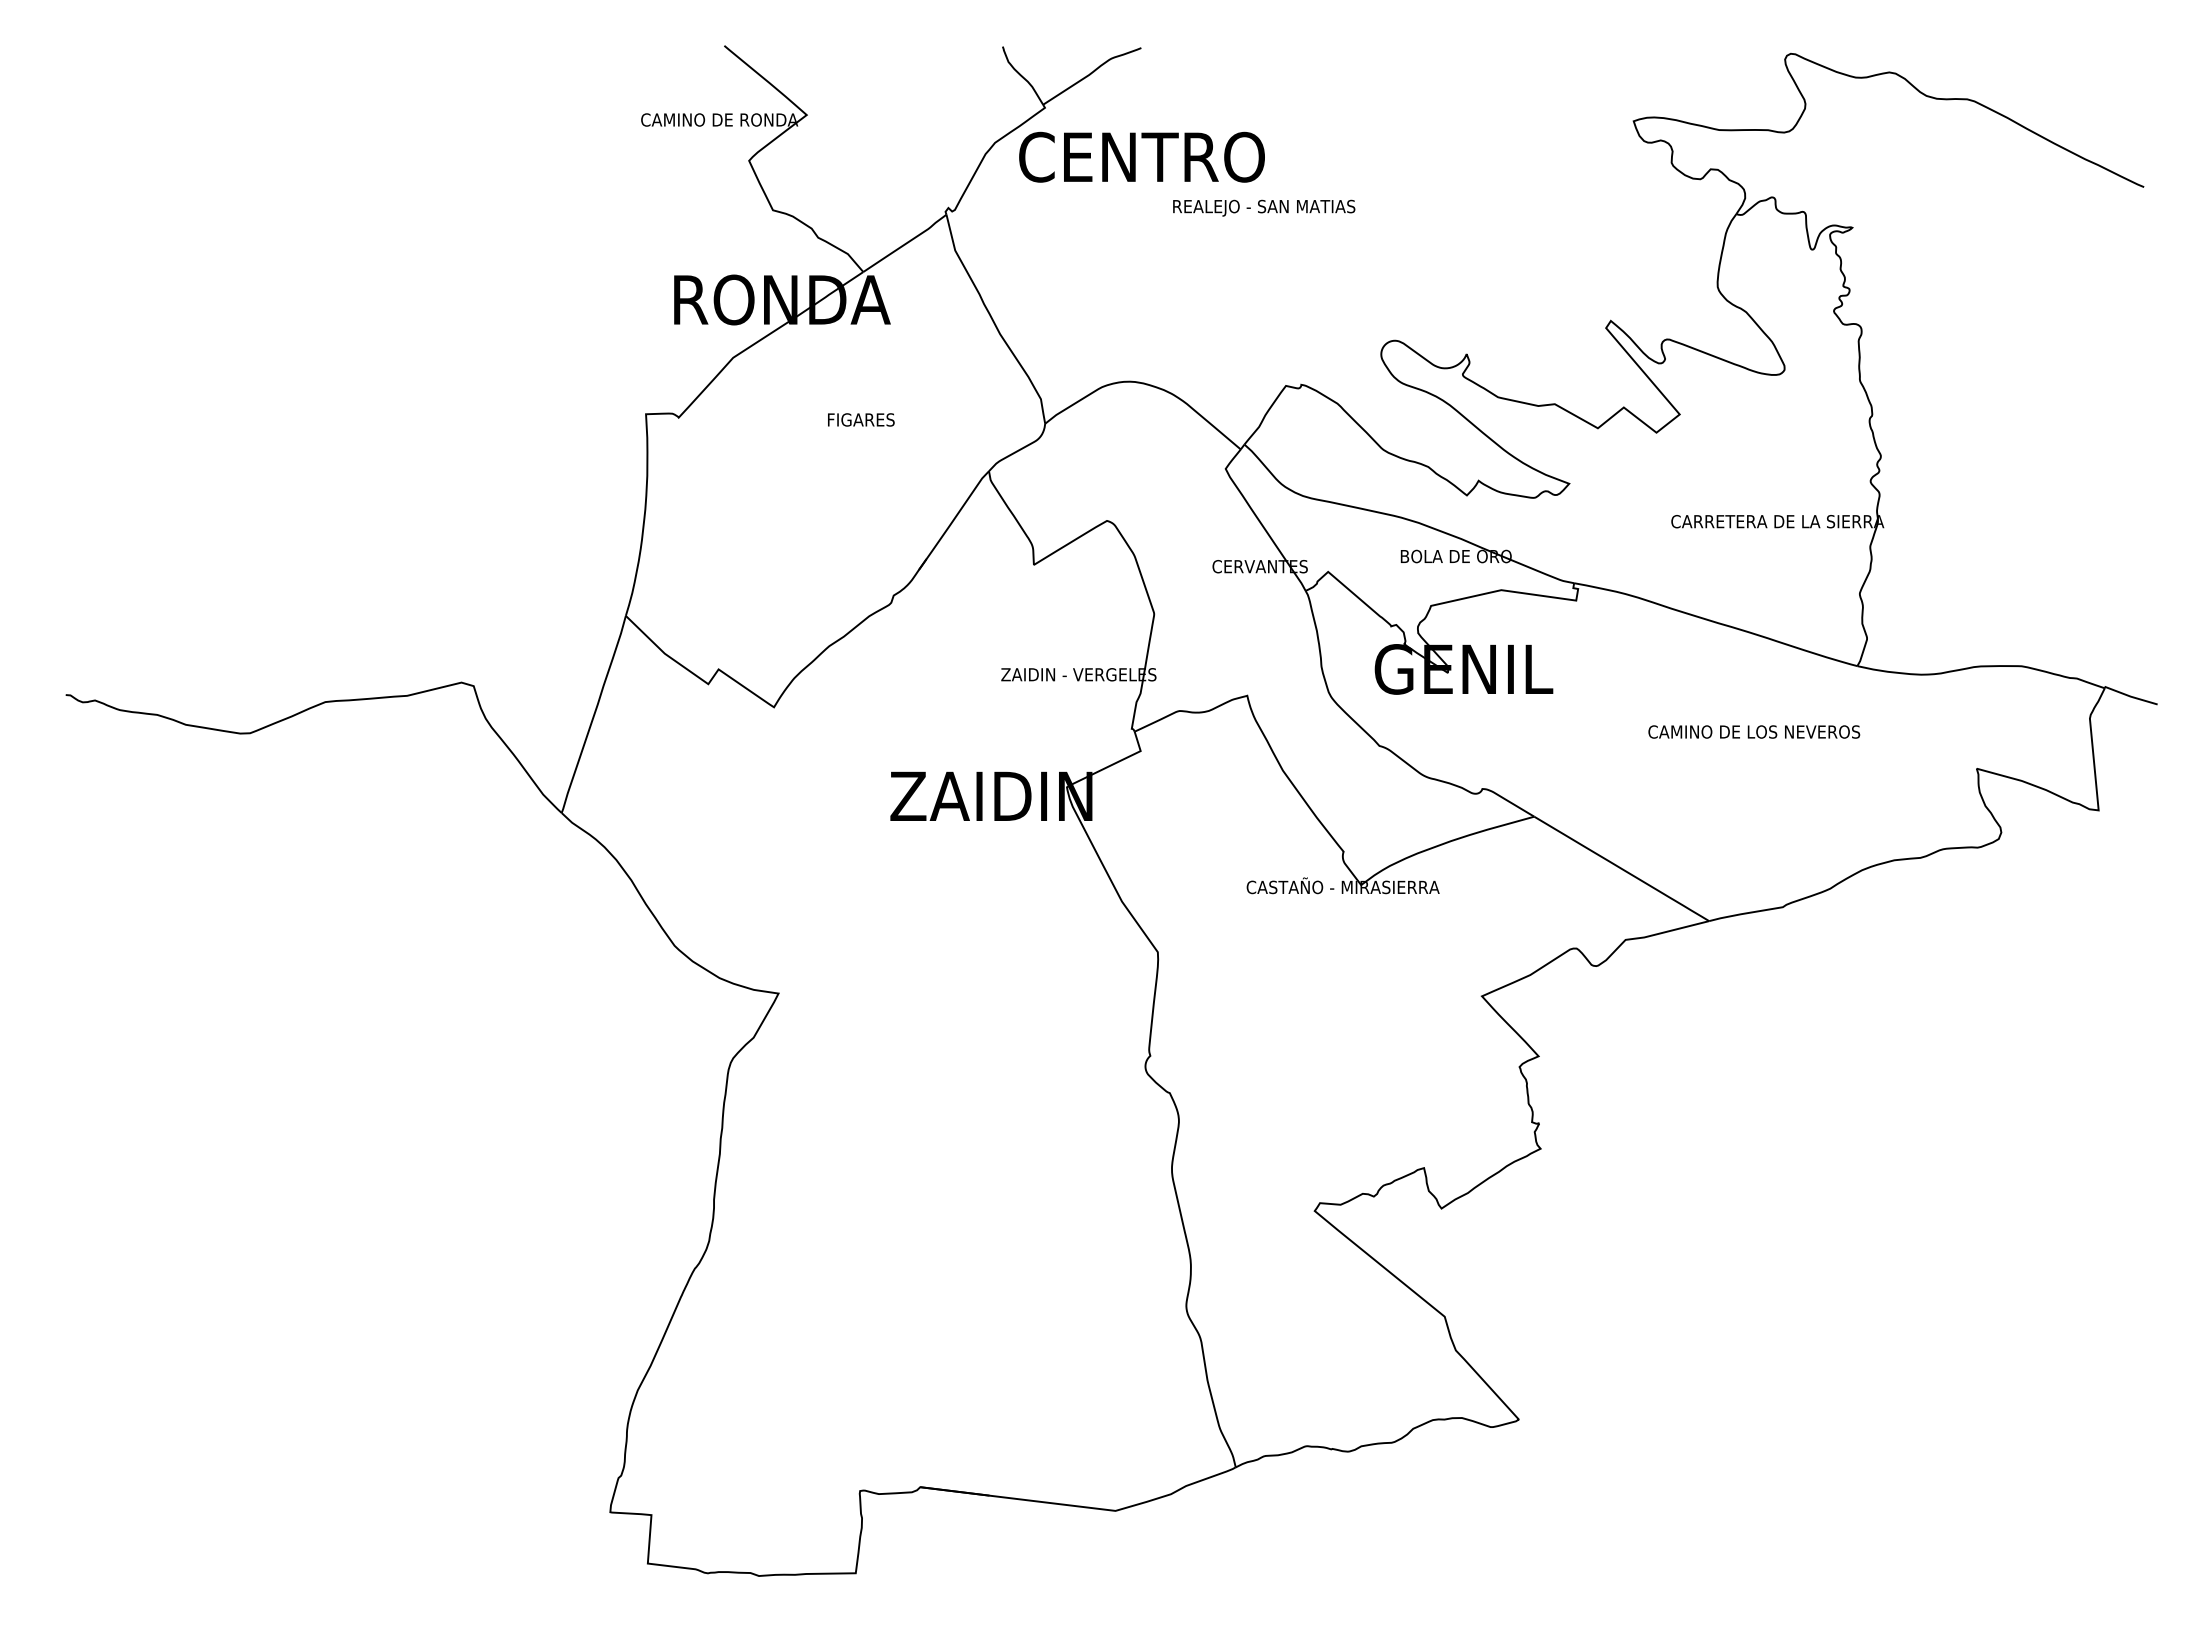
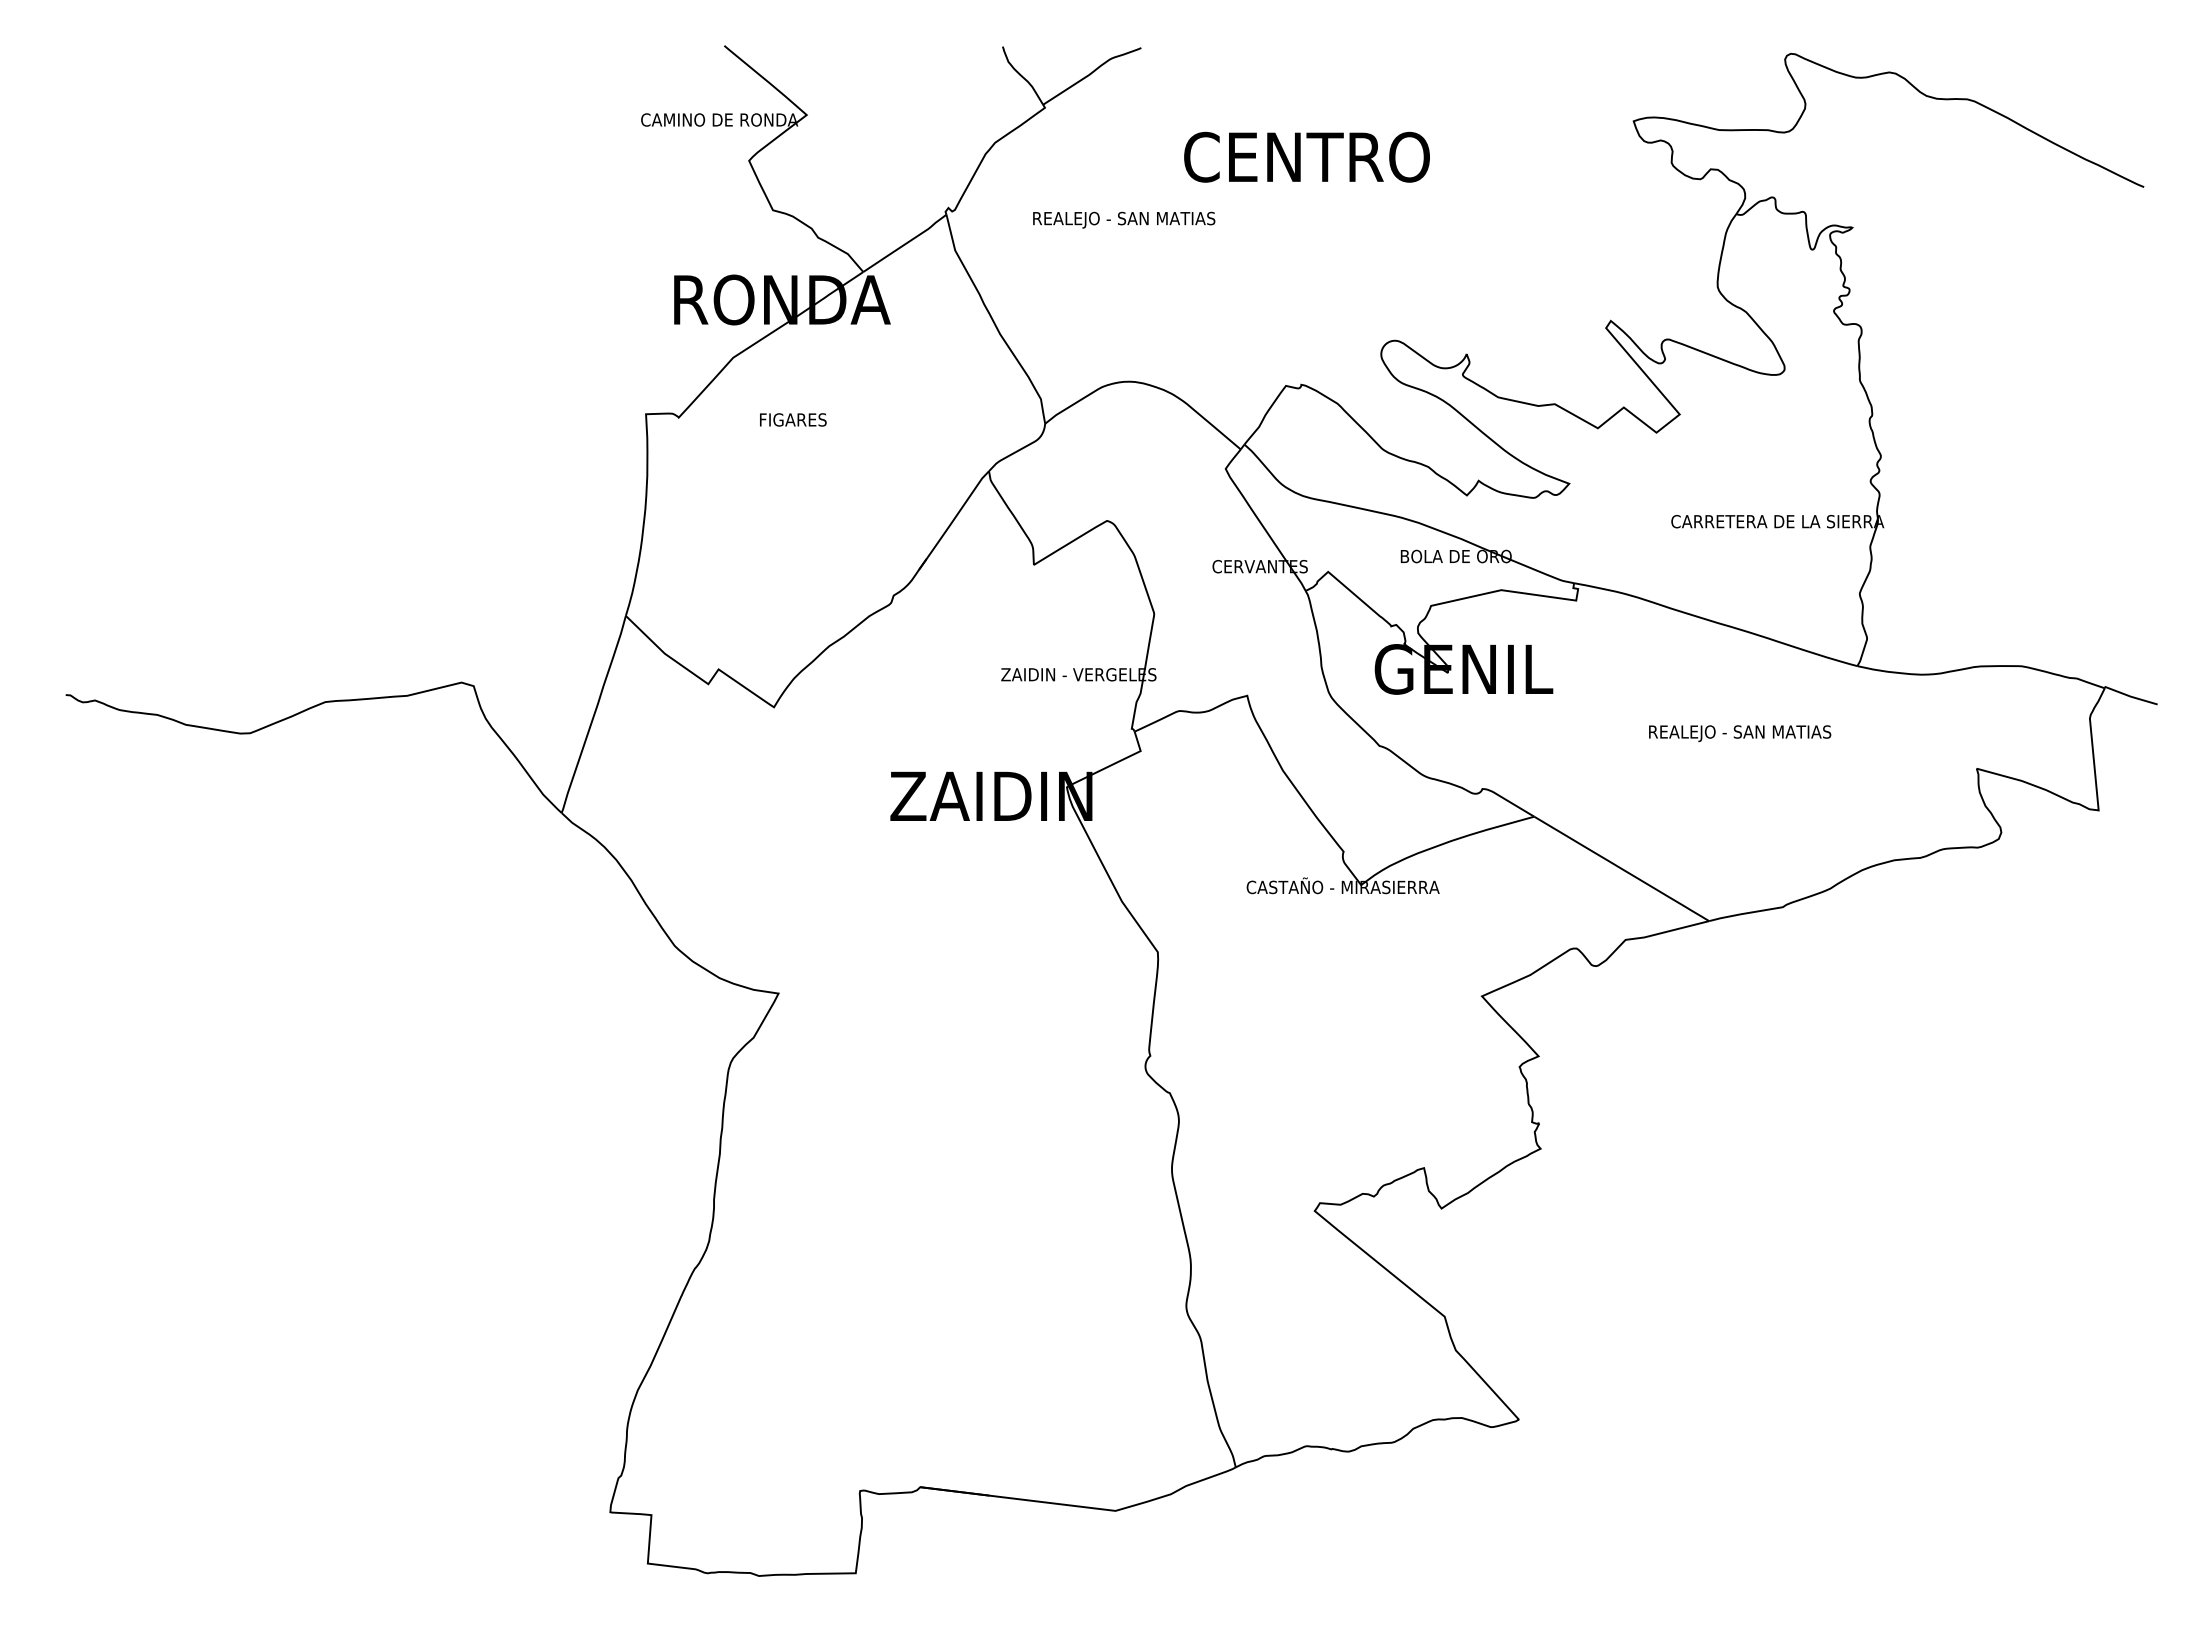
text at (1141, 156) position: (1141, 156) -> (1306, 156)
text at (1264, 207) position: (1264, 207) -> (1124, 219)
text at (861, 419) position: (861, 419) -> (793, 419)
text at (1754, 733): CAMINO DE LOS NEVEROS -> REALEJO - SAN MATIAS
